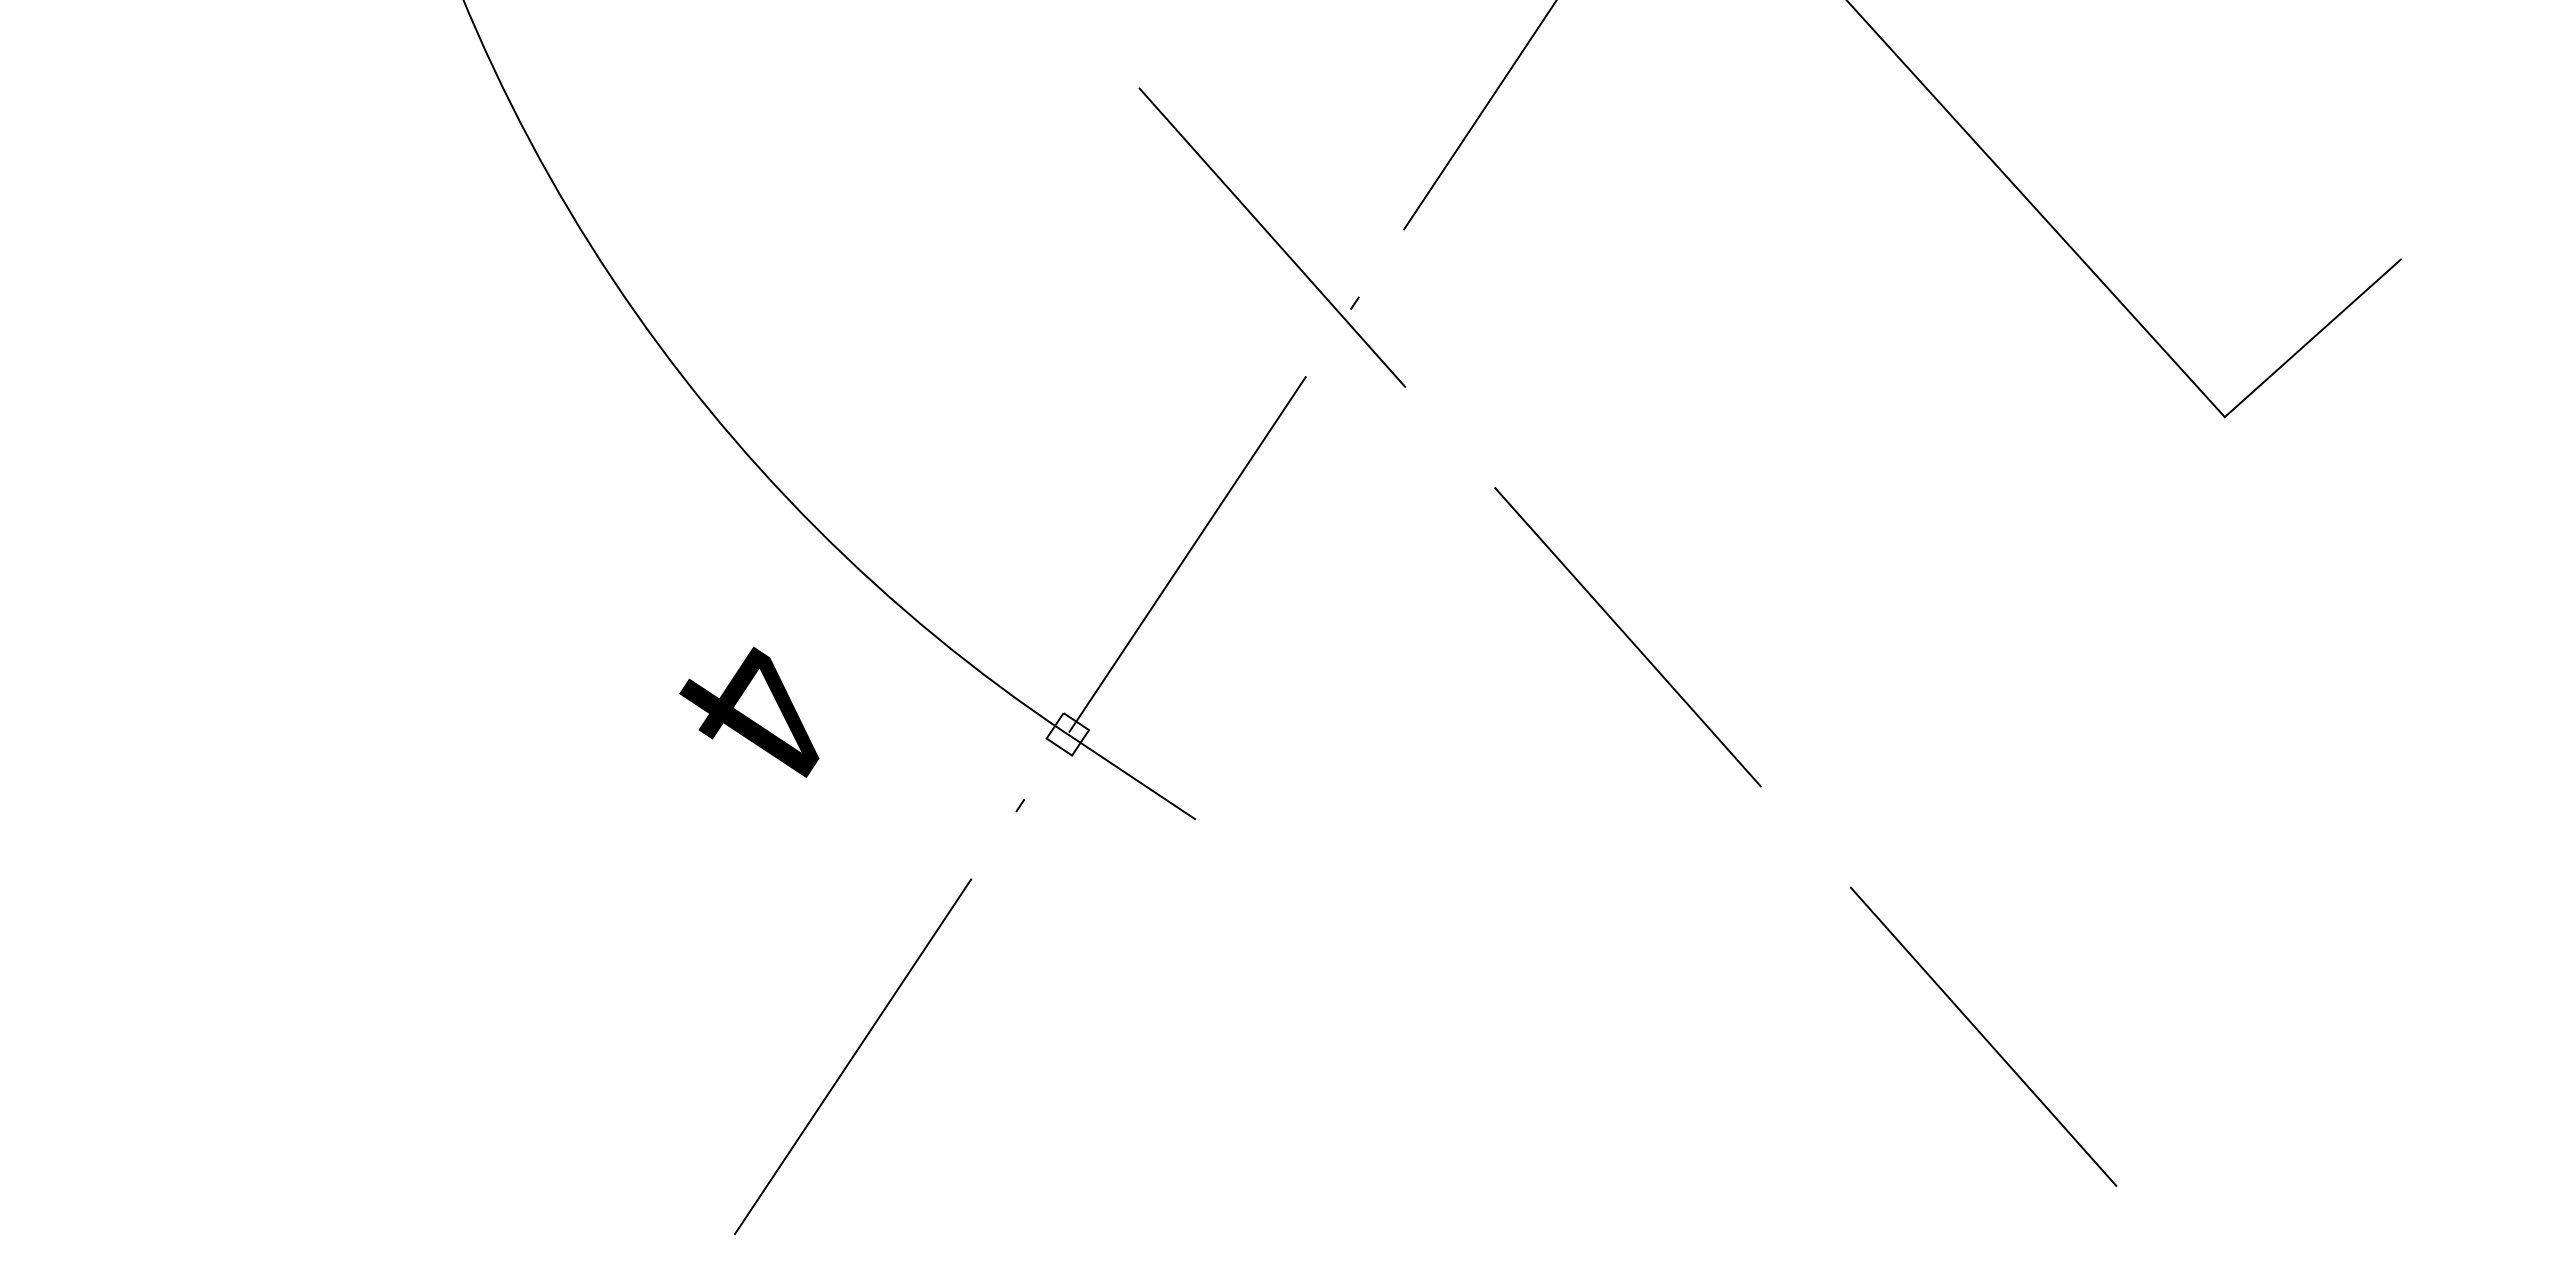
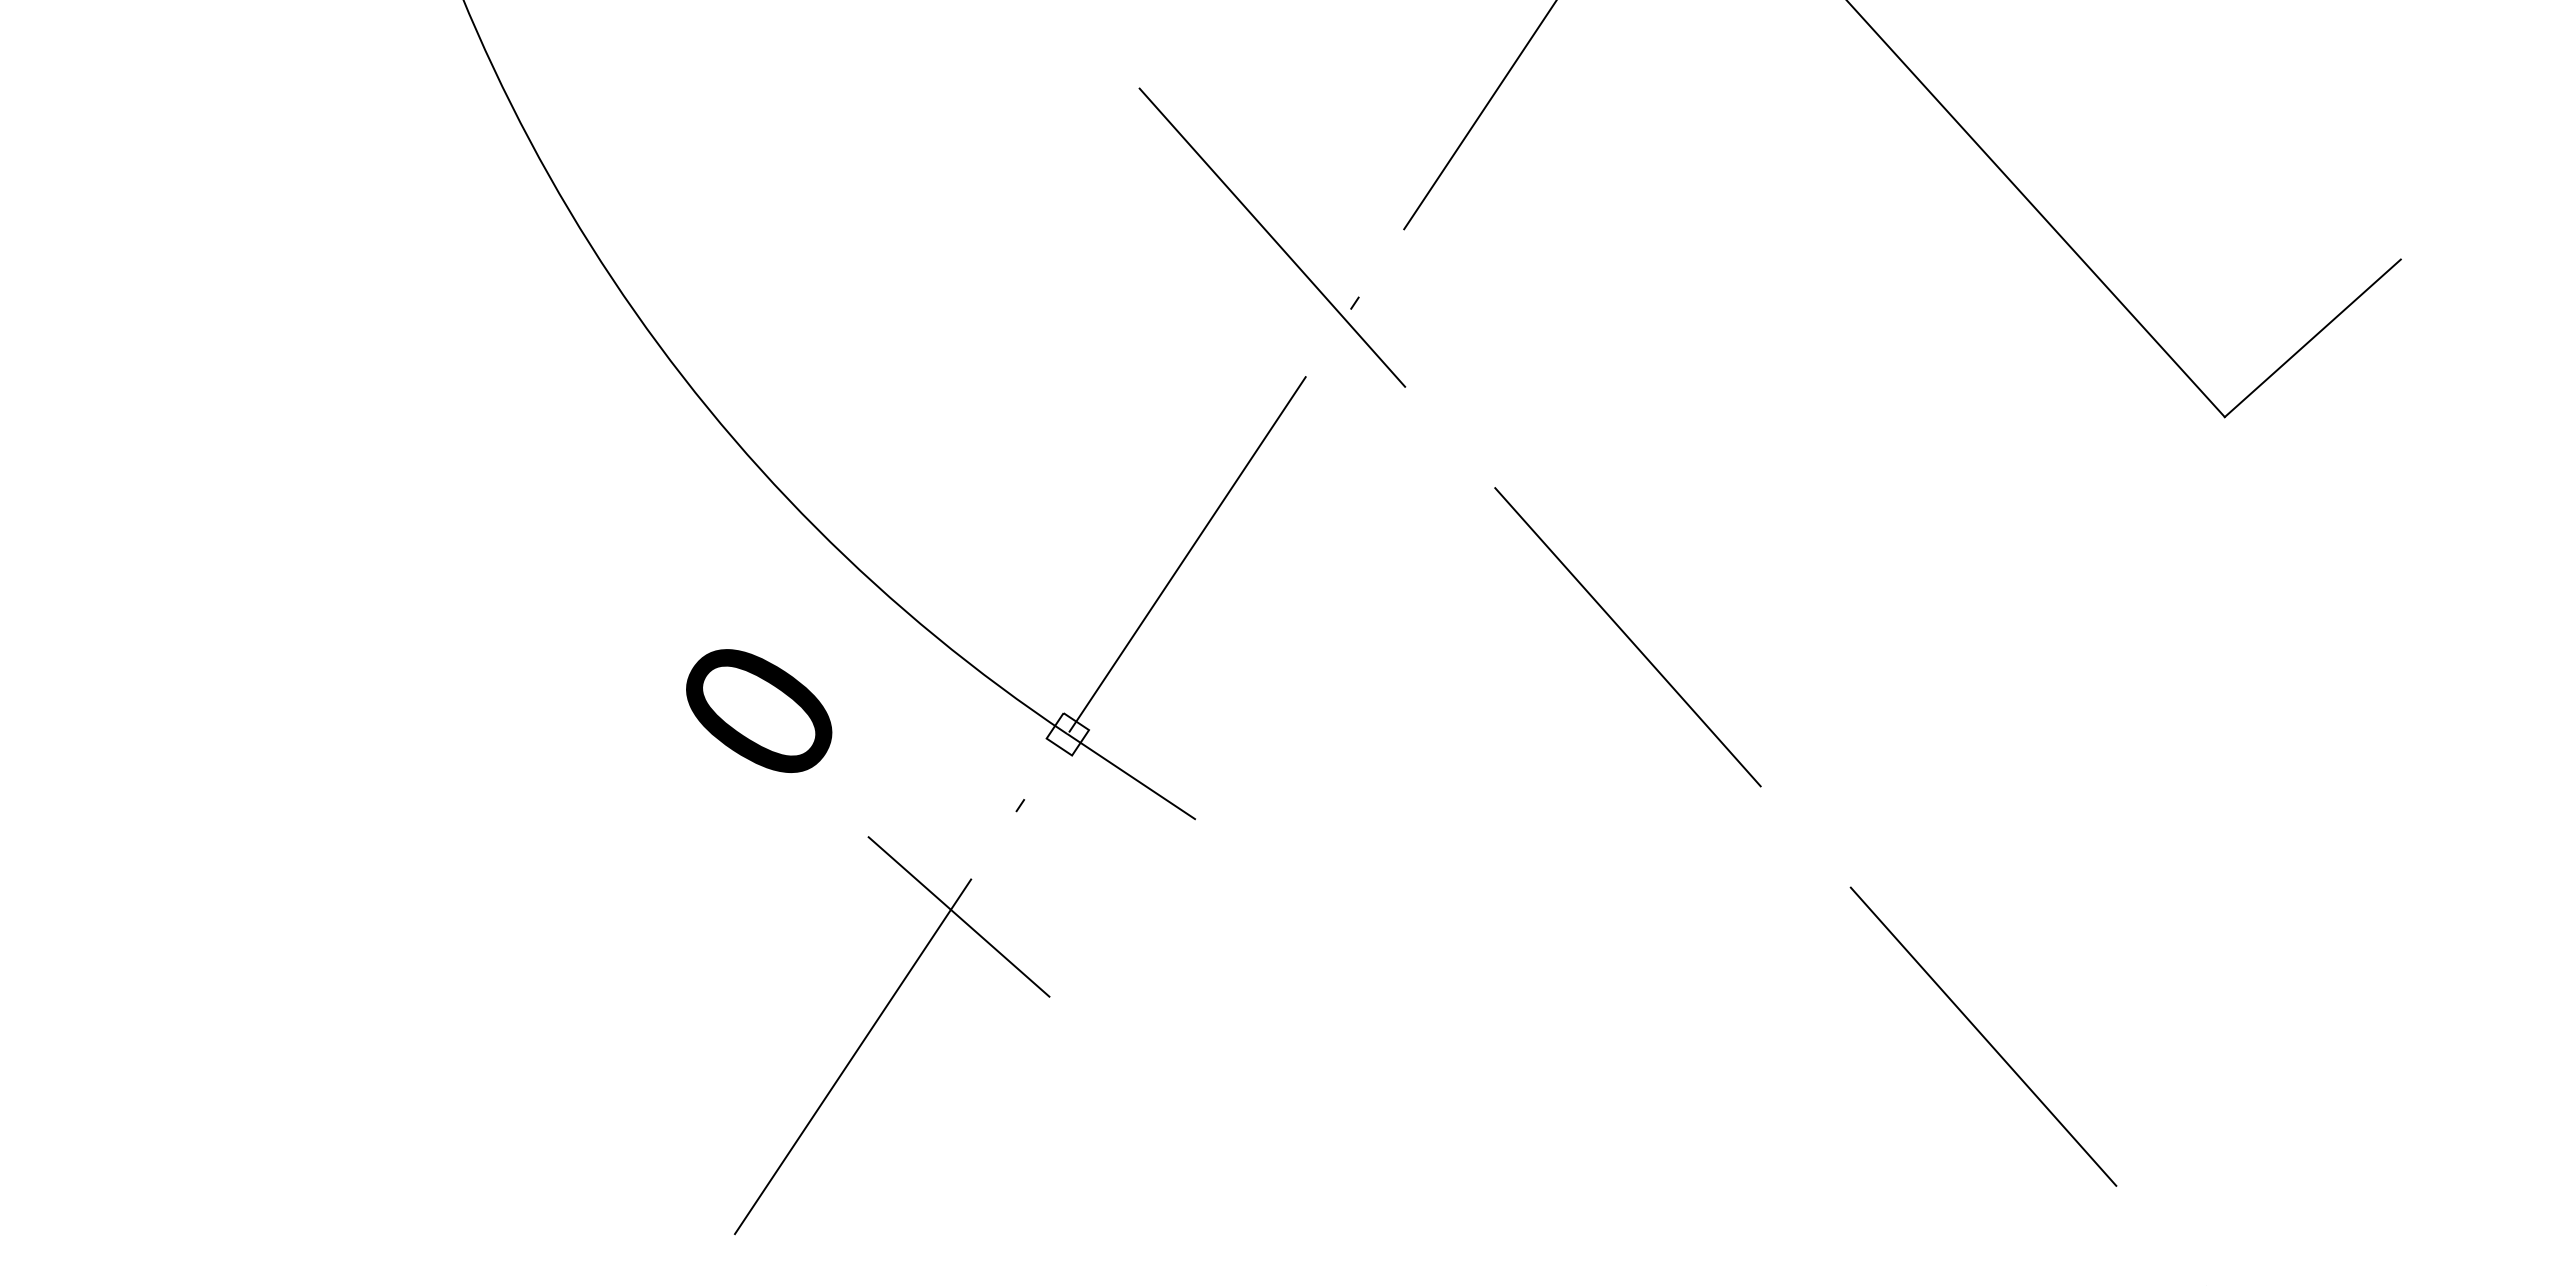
text at (755, 711): 4 -> 0
line at (958, 916): none -> present
